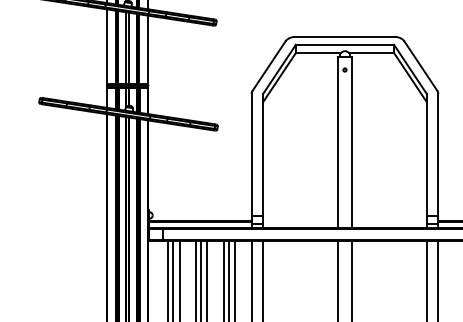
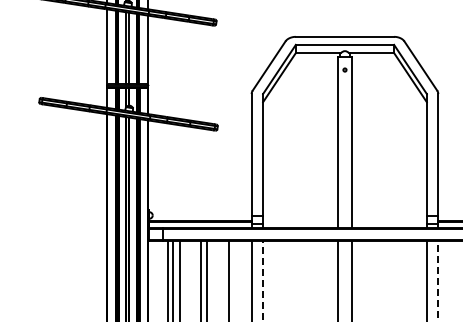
line at (195, 279): present -> none
line at (223, 279): present -> none
line at (235, 279): present -> none
line at (263, 280): solid -> dashed
line at (438, 280): solid -> dashed
